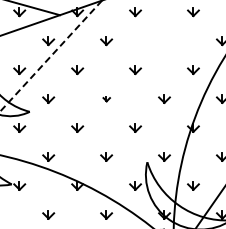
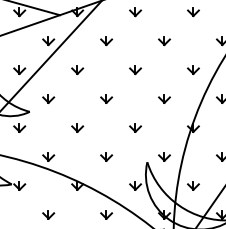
part at (164, 41): none -> present
line at (50, 56): dashed -> solid
part at (106, 99) size: 9x7 px -> 14x10 px
